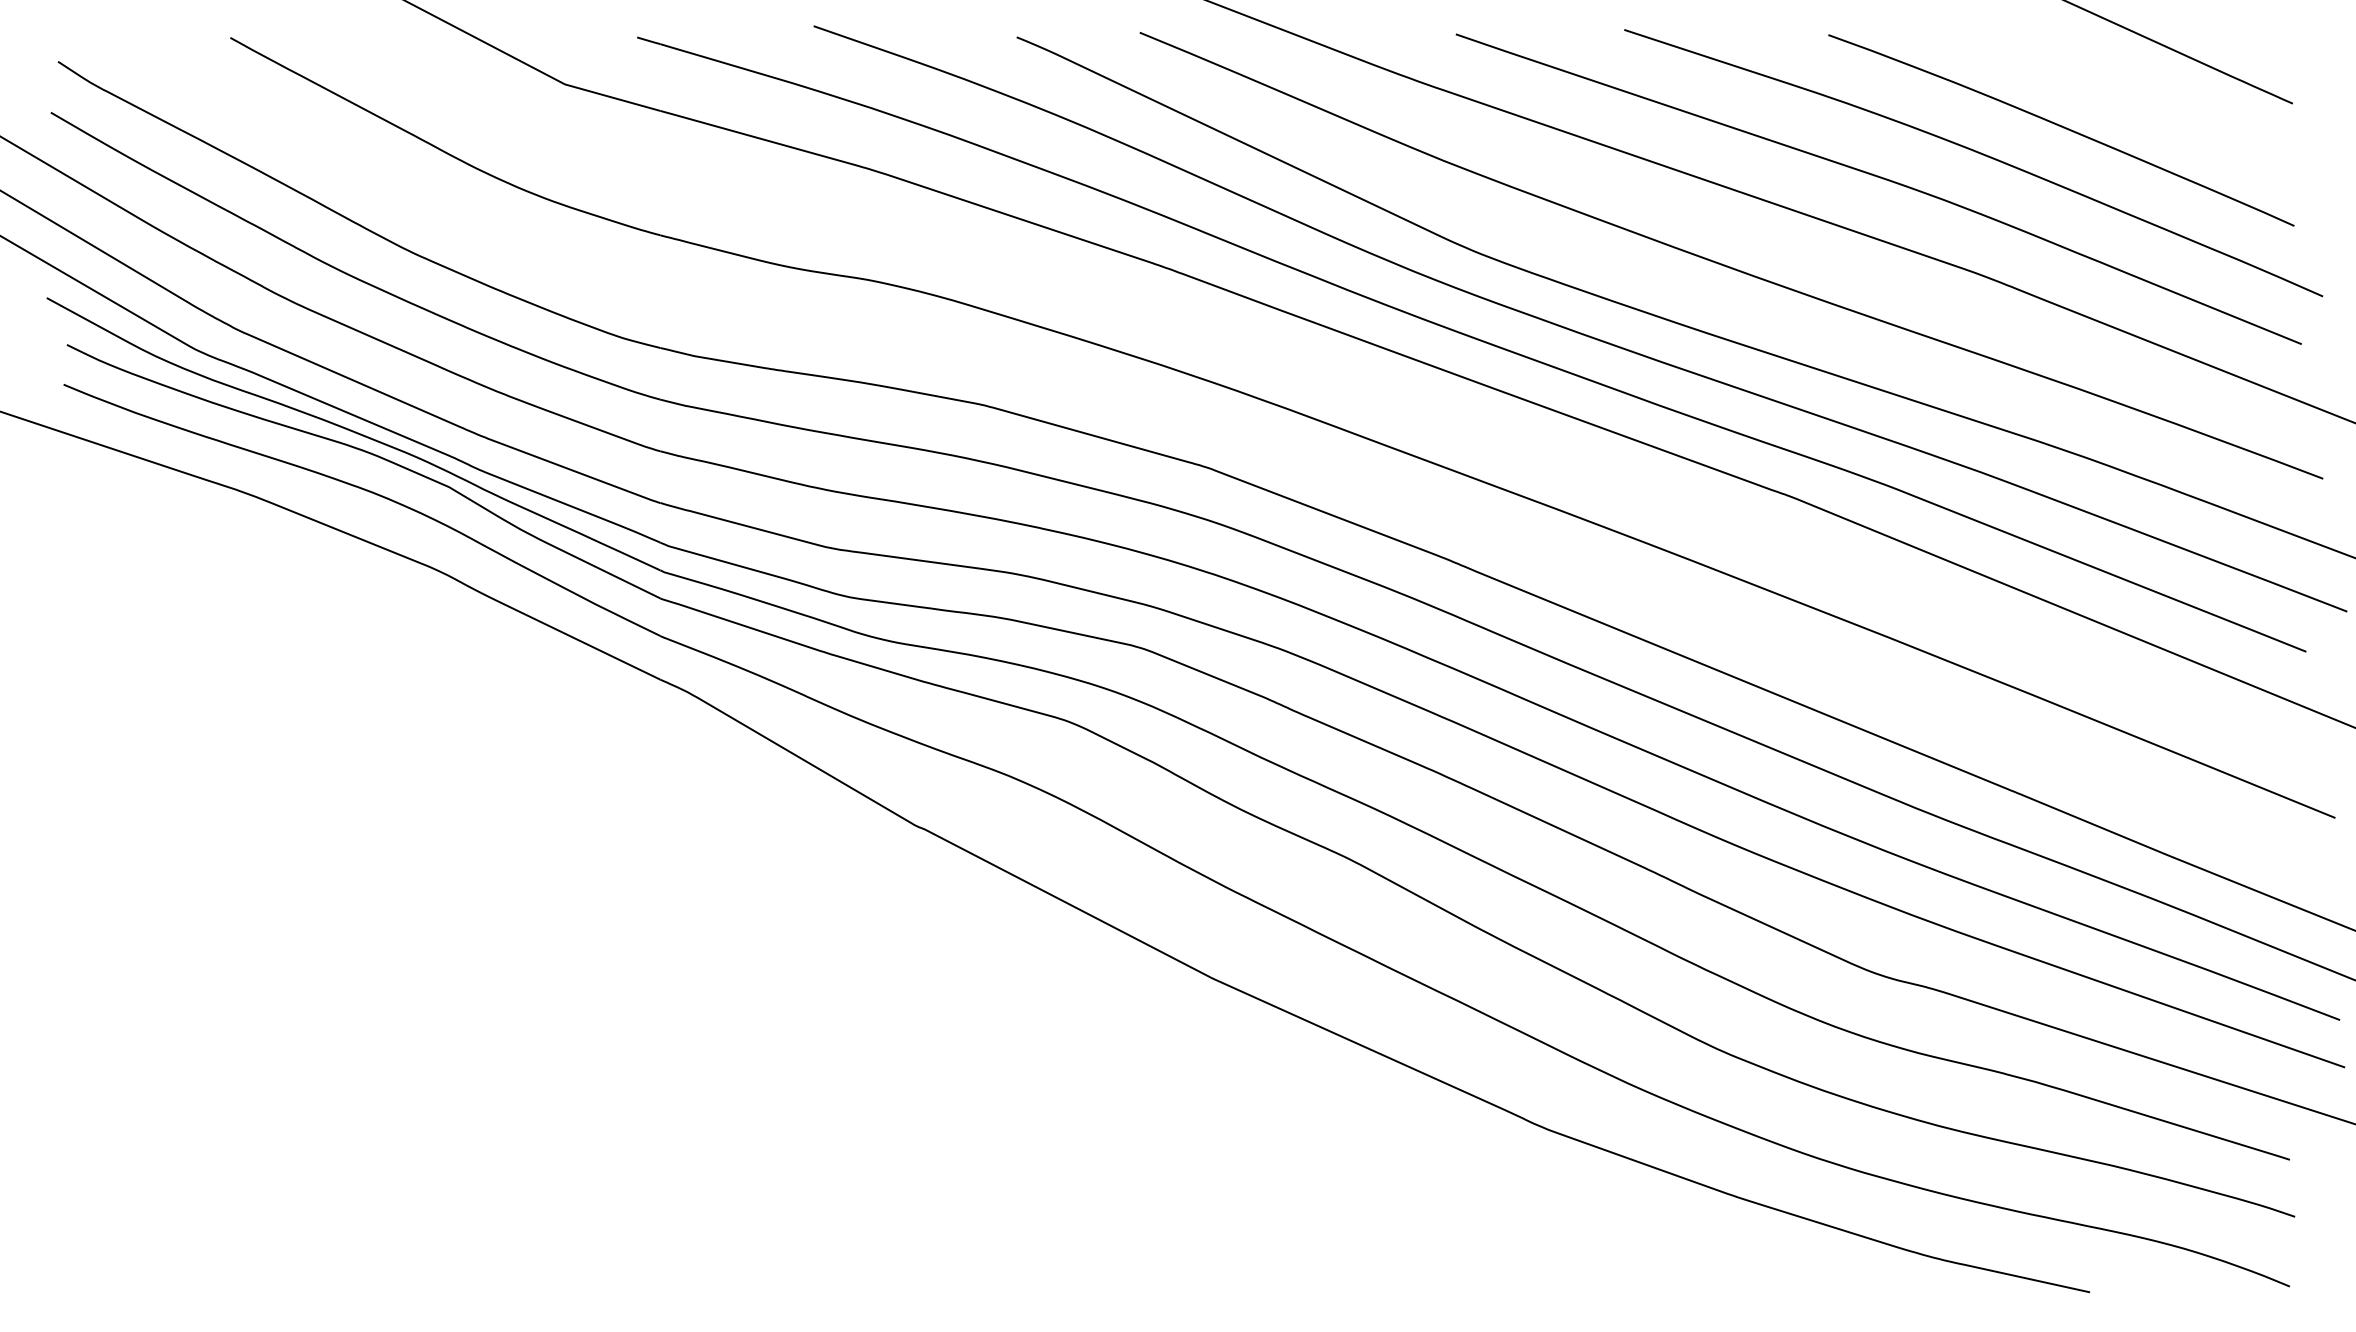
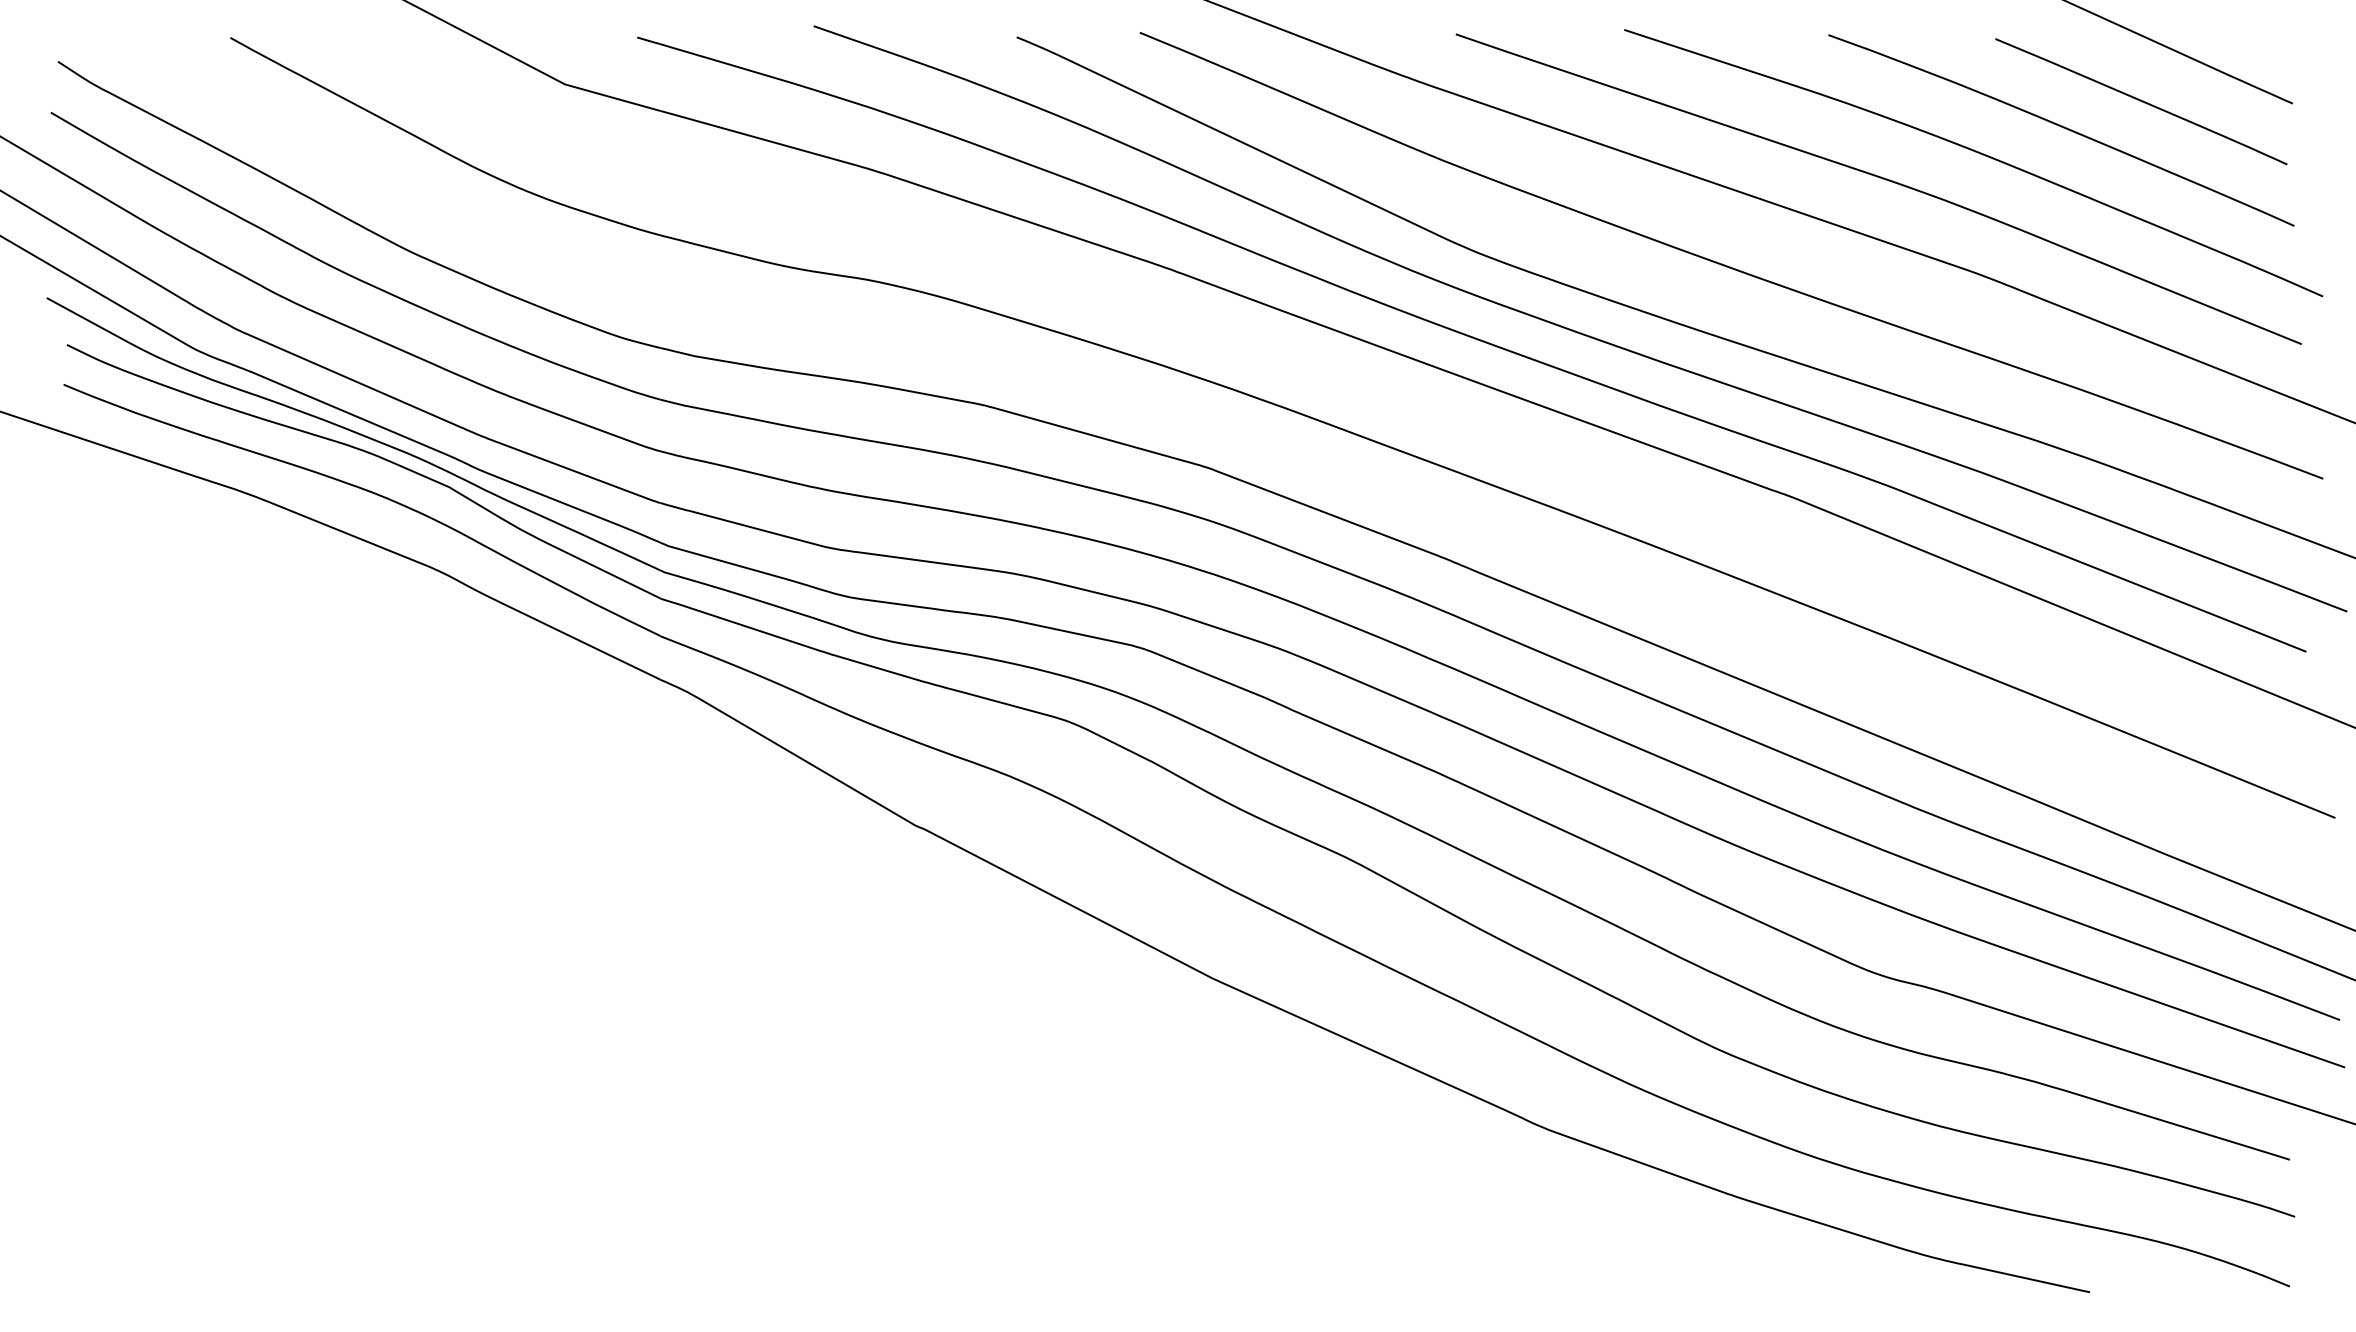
line at (2141, 101): none -> present
